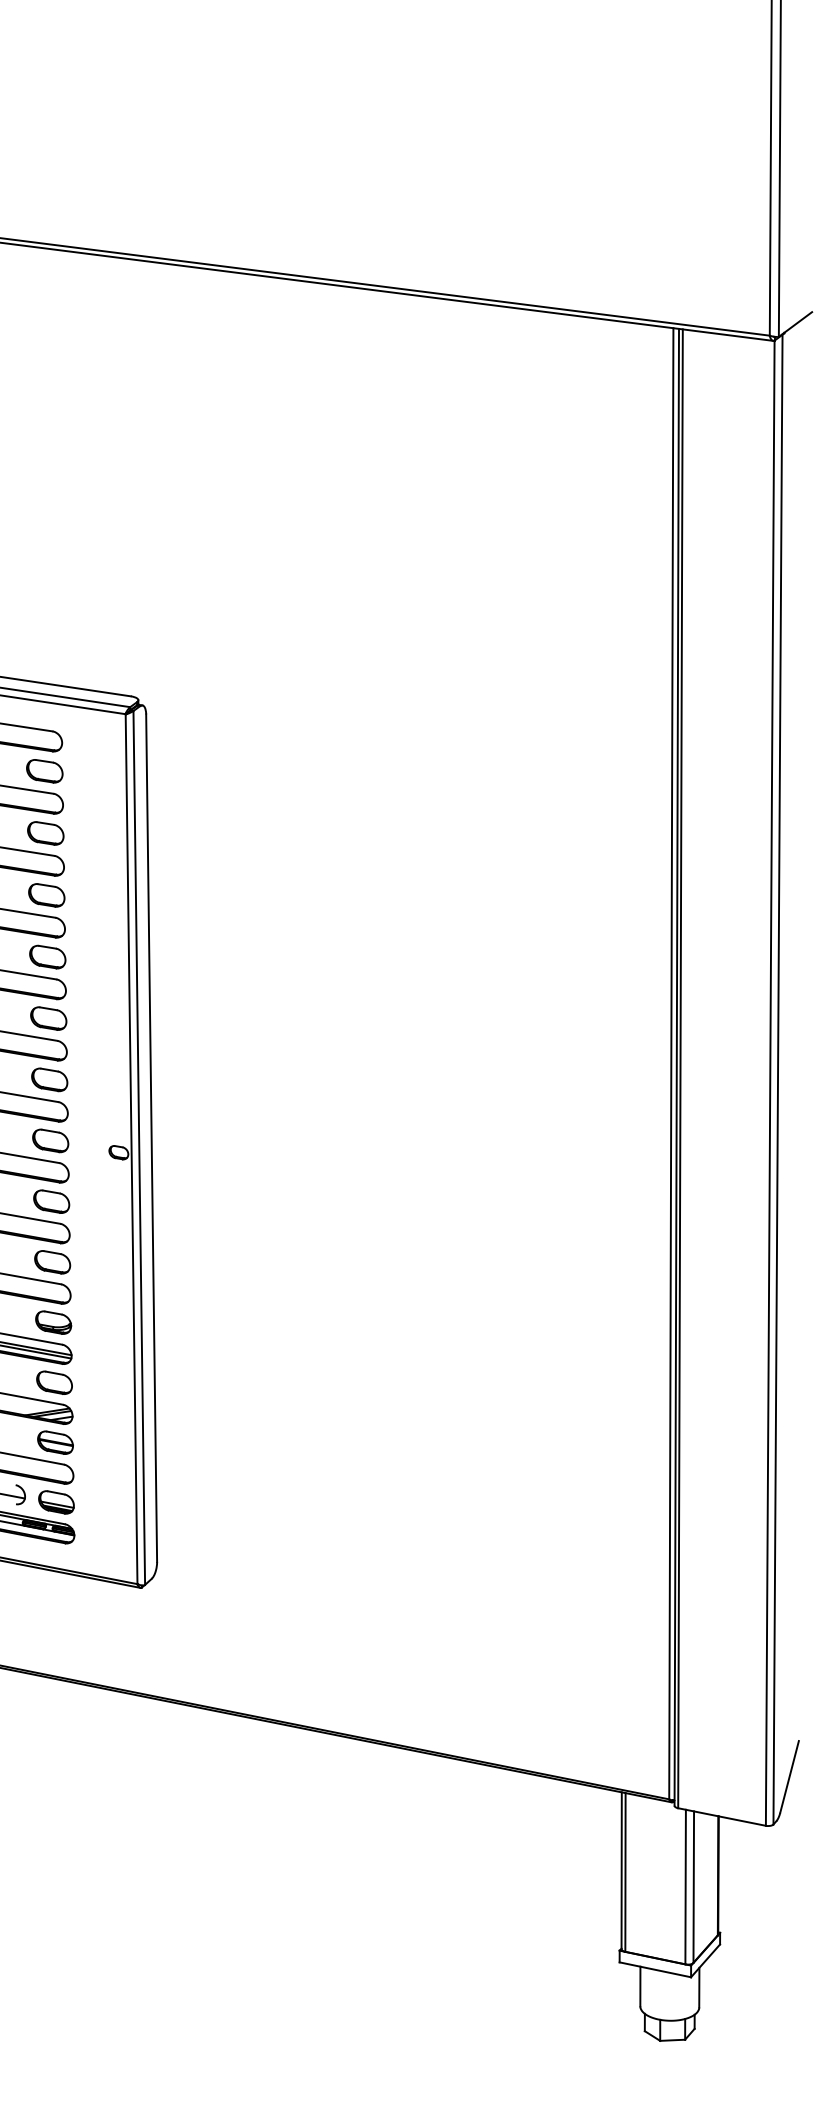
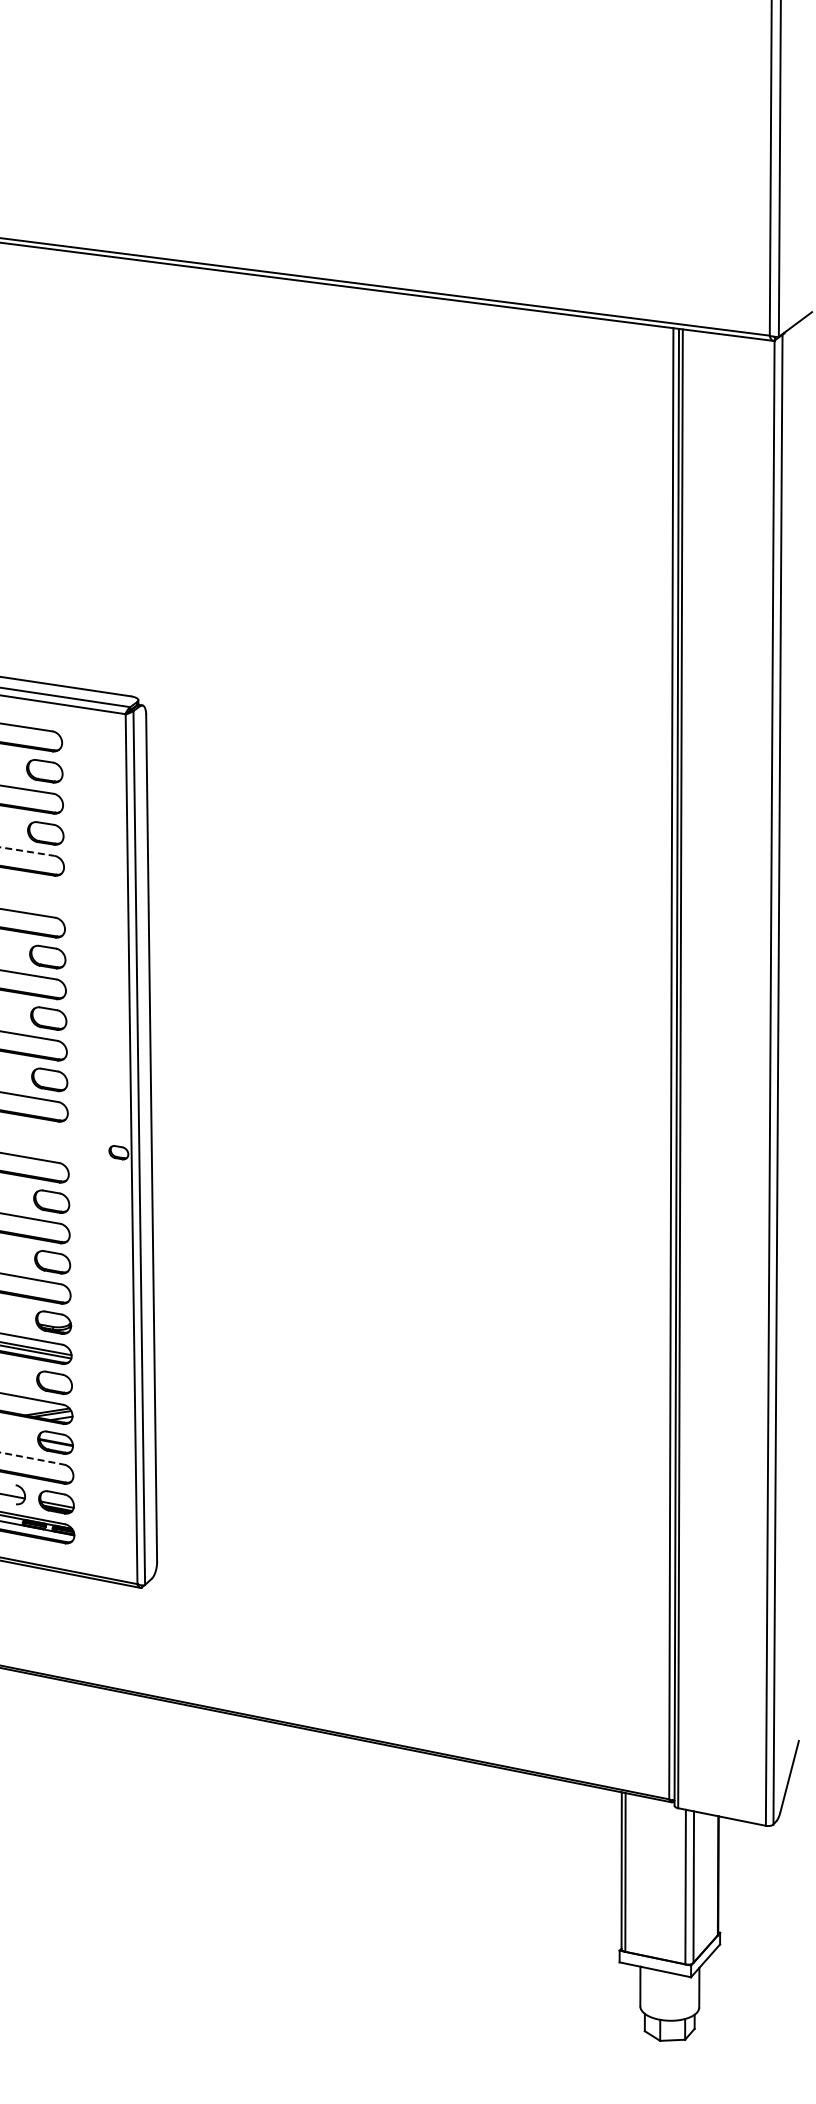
line at (27, 851): solid -> dashed
part at (46, 895): present -> none
part at (50, 1140): present -> none
line at (32, 1458): solid -> dashed
